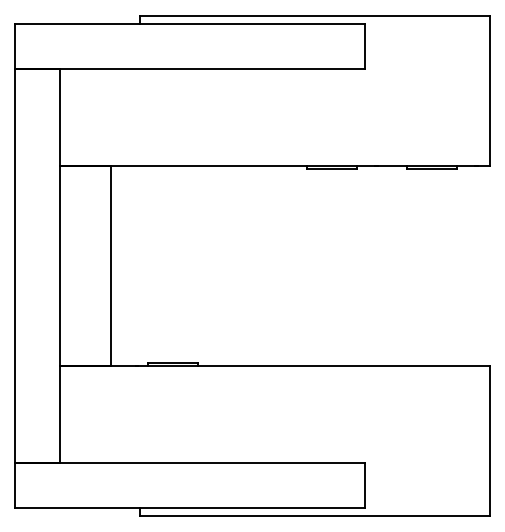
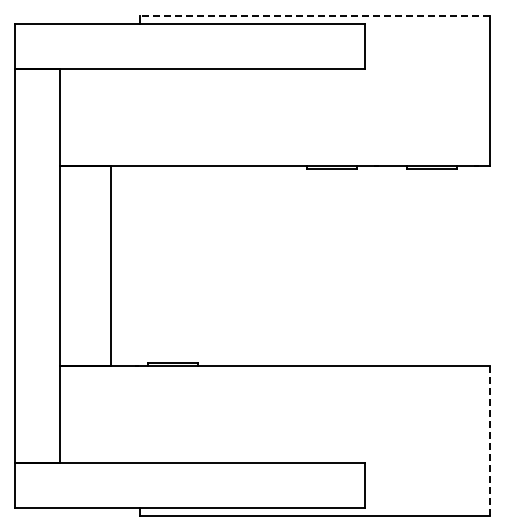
line at (314, 15): solid -> dashed
line at (490, 441): solid -> dashed
